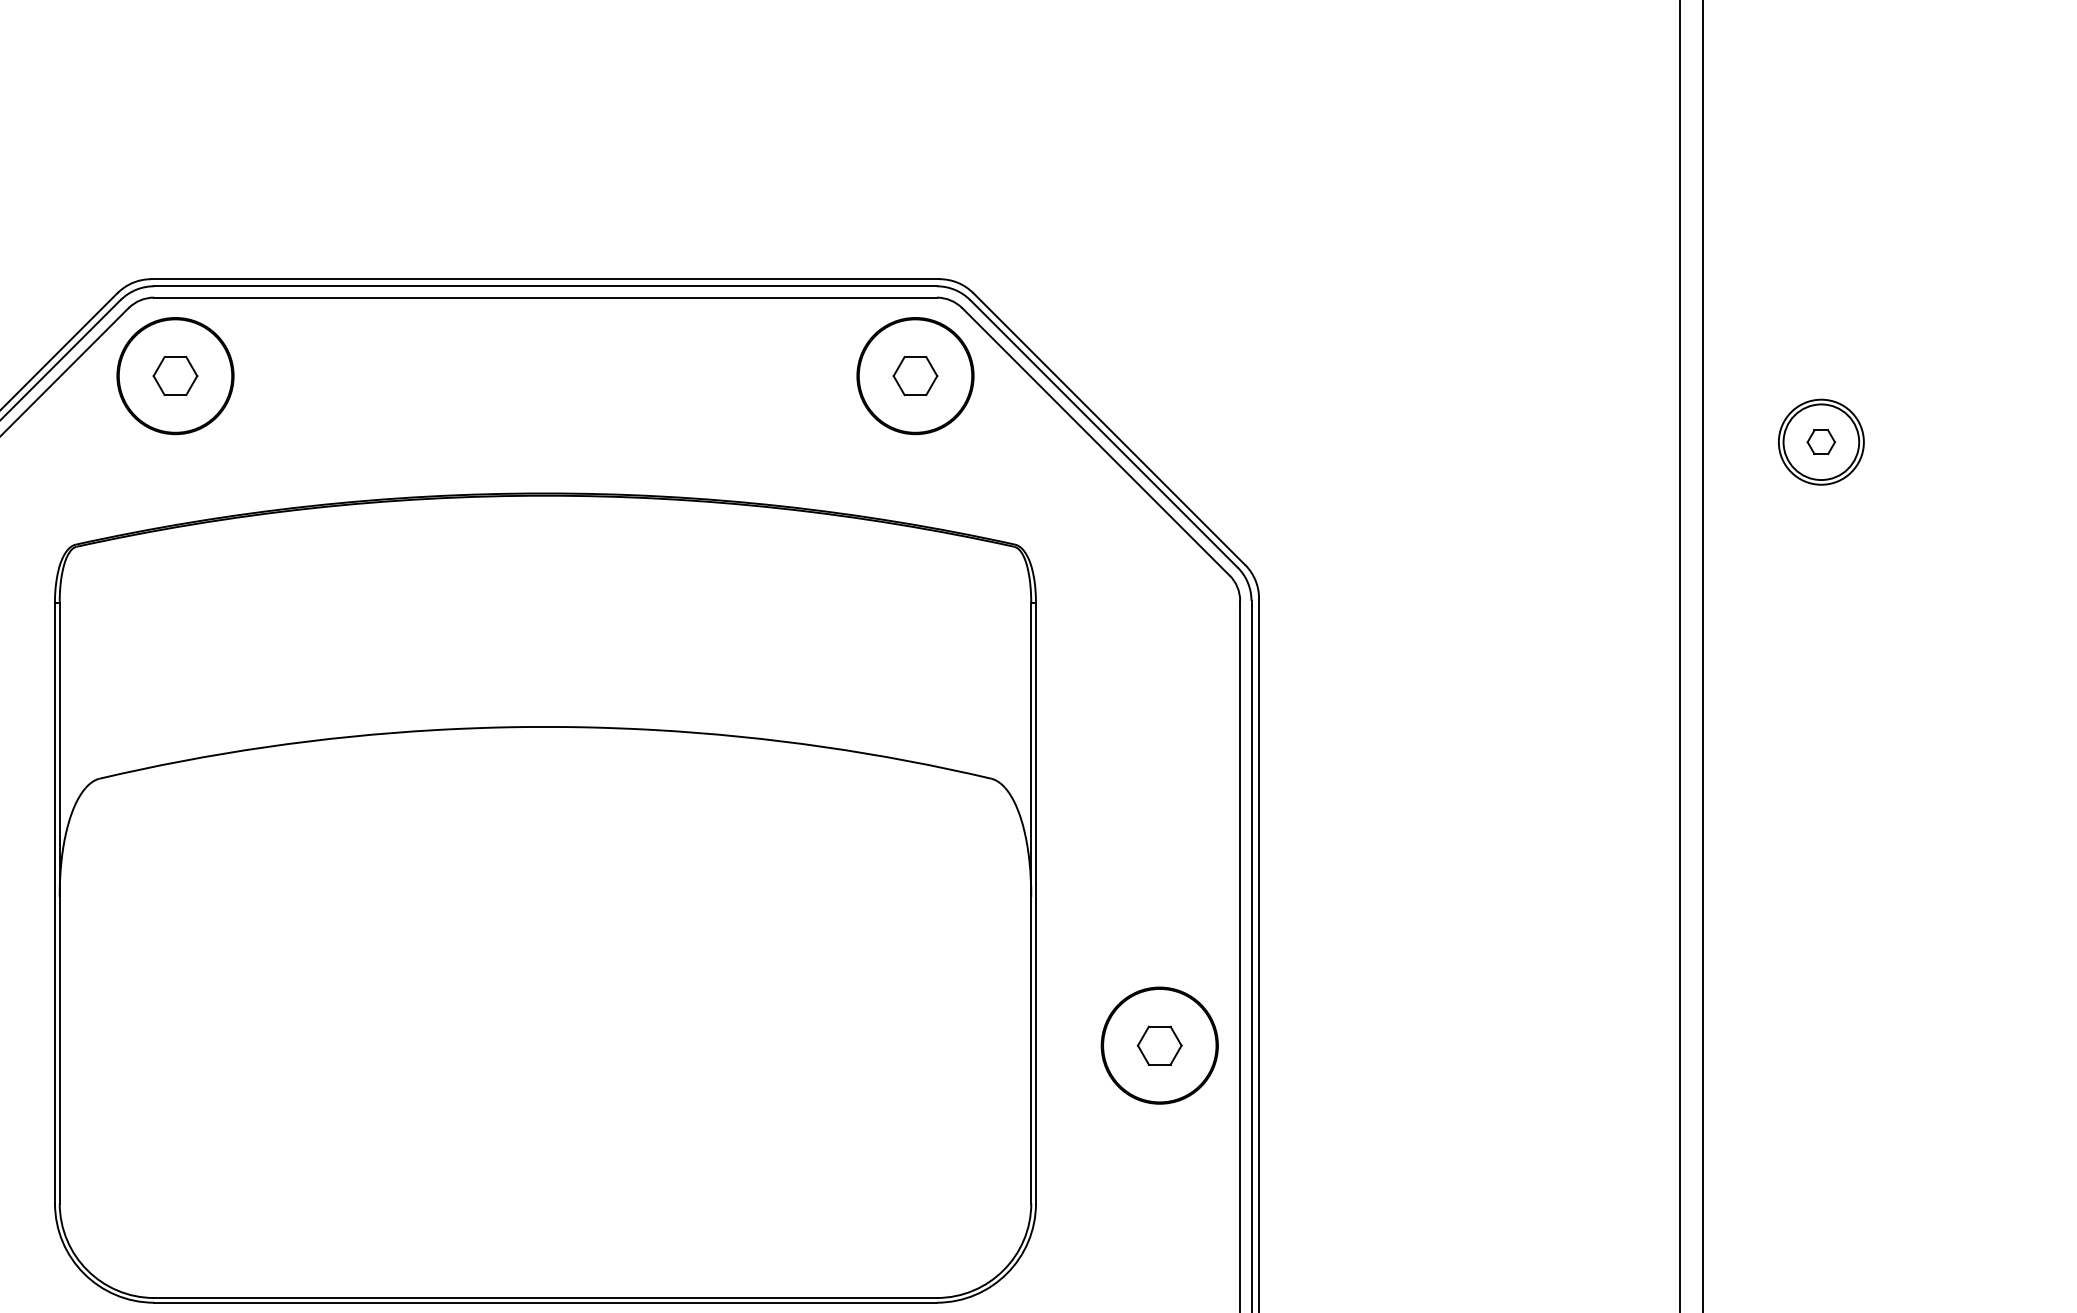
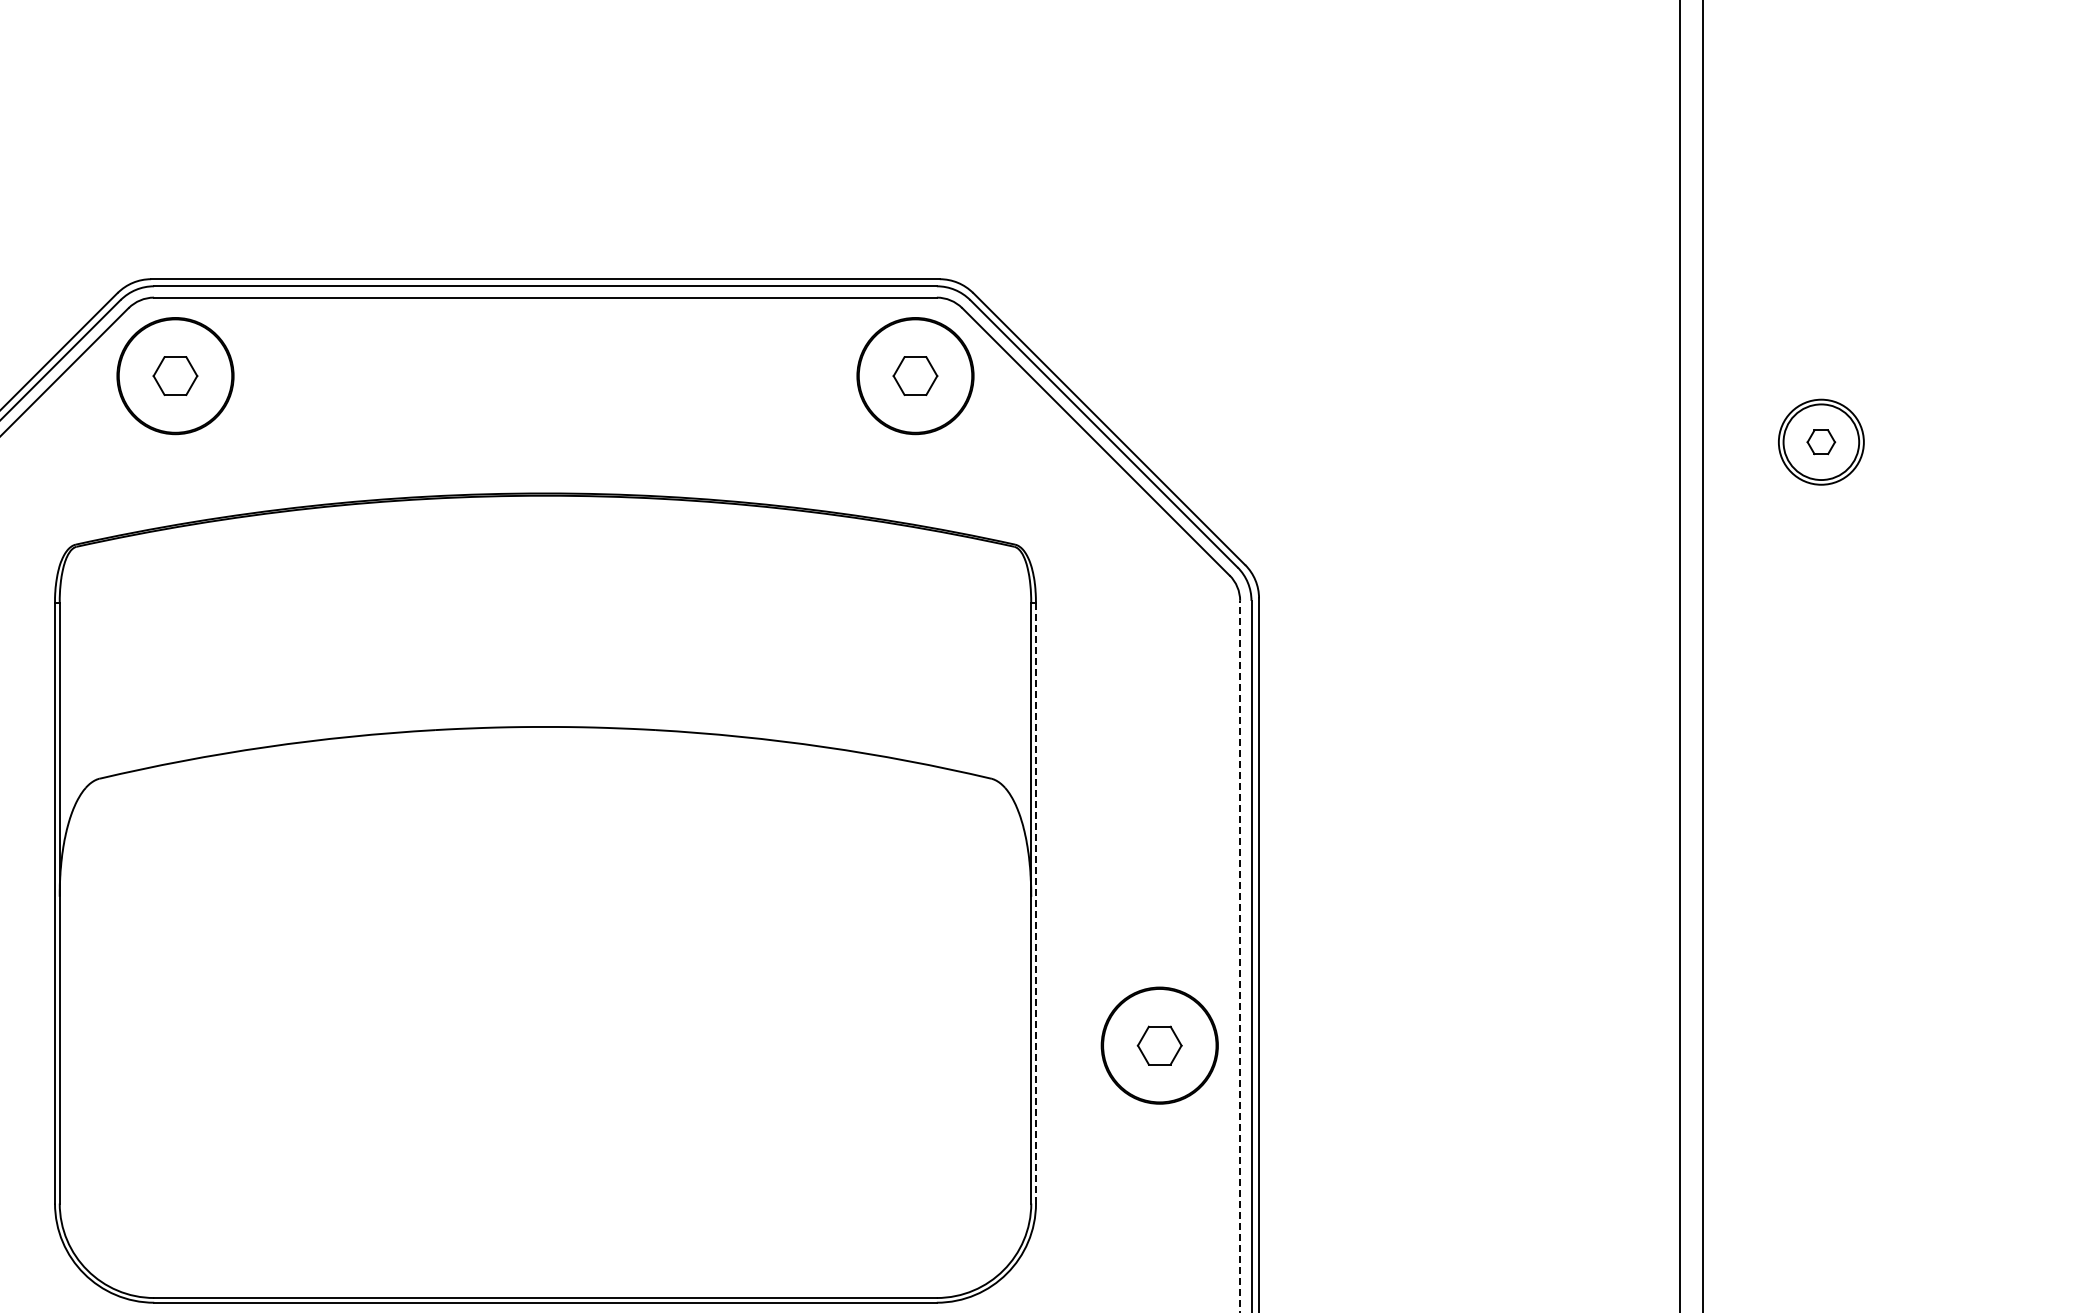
line at (1036, 902): solid -> dashed
line at (1240, 956): solid -> dashed
